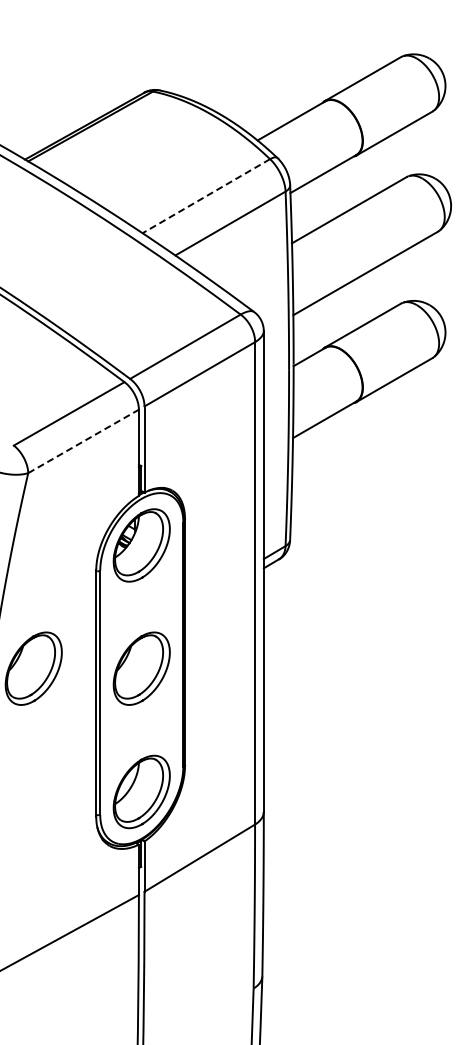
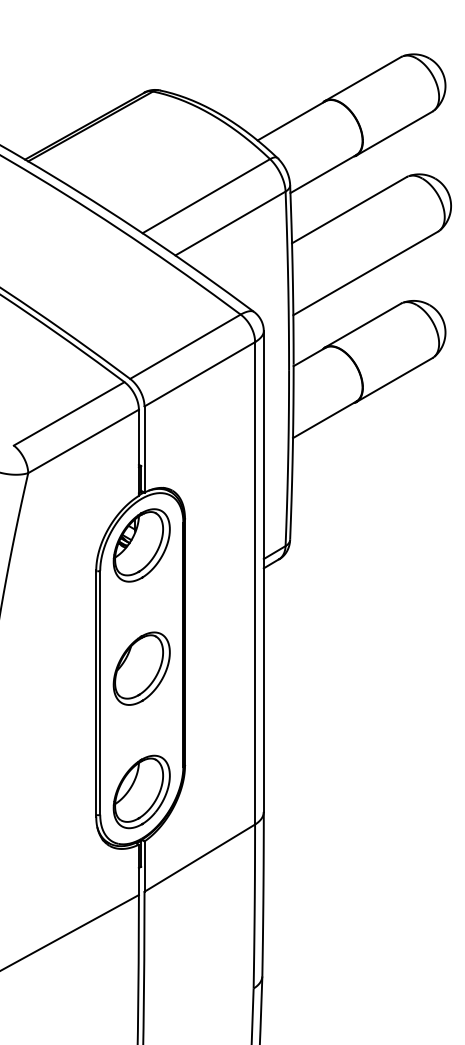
line at (206, 196): dashed -> solid
line at (83, 441): dashed -> solid
part at (33, 668): present -> none
